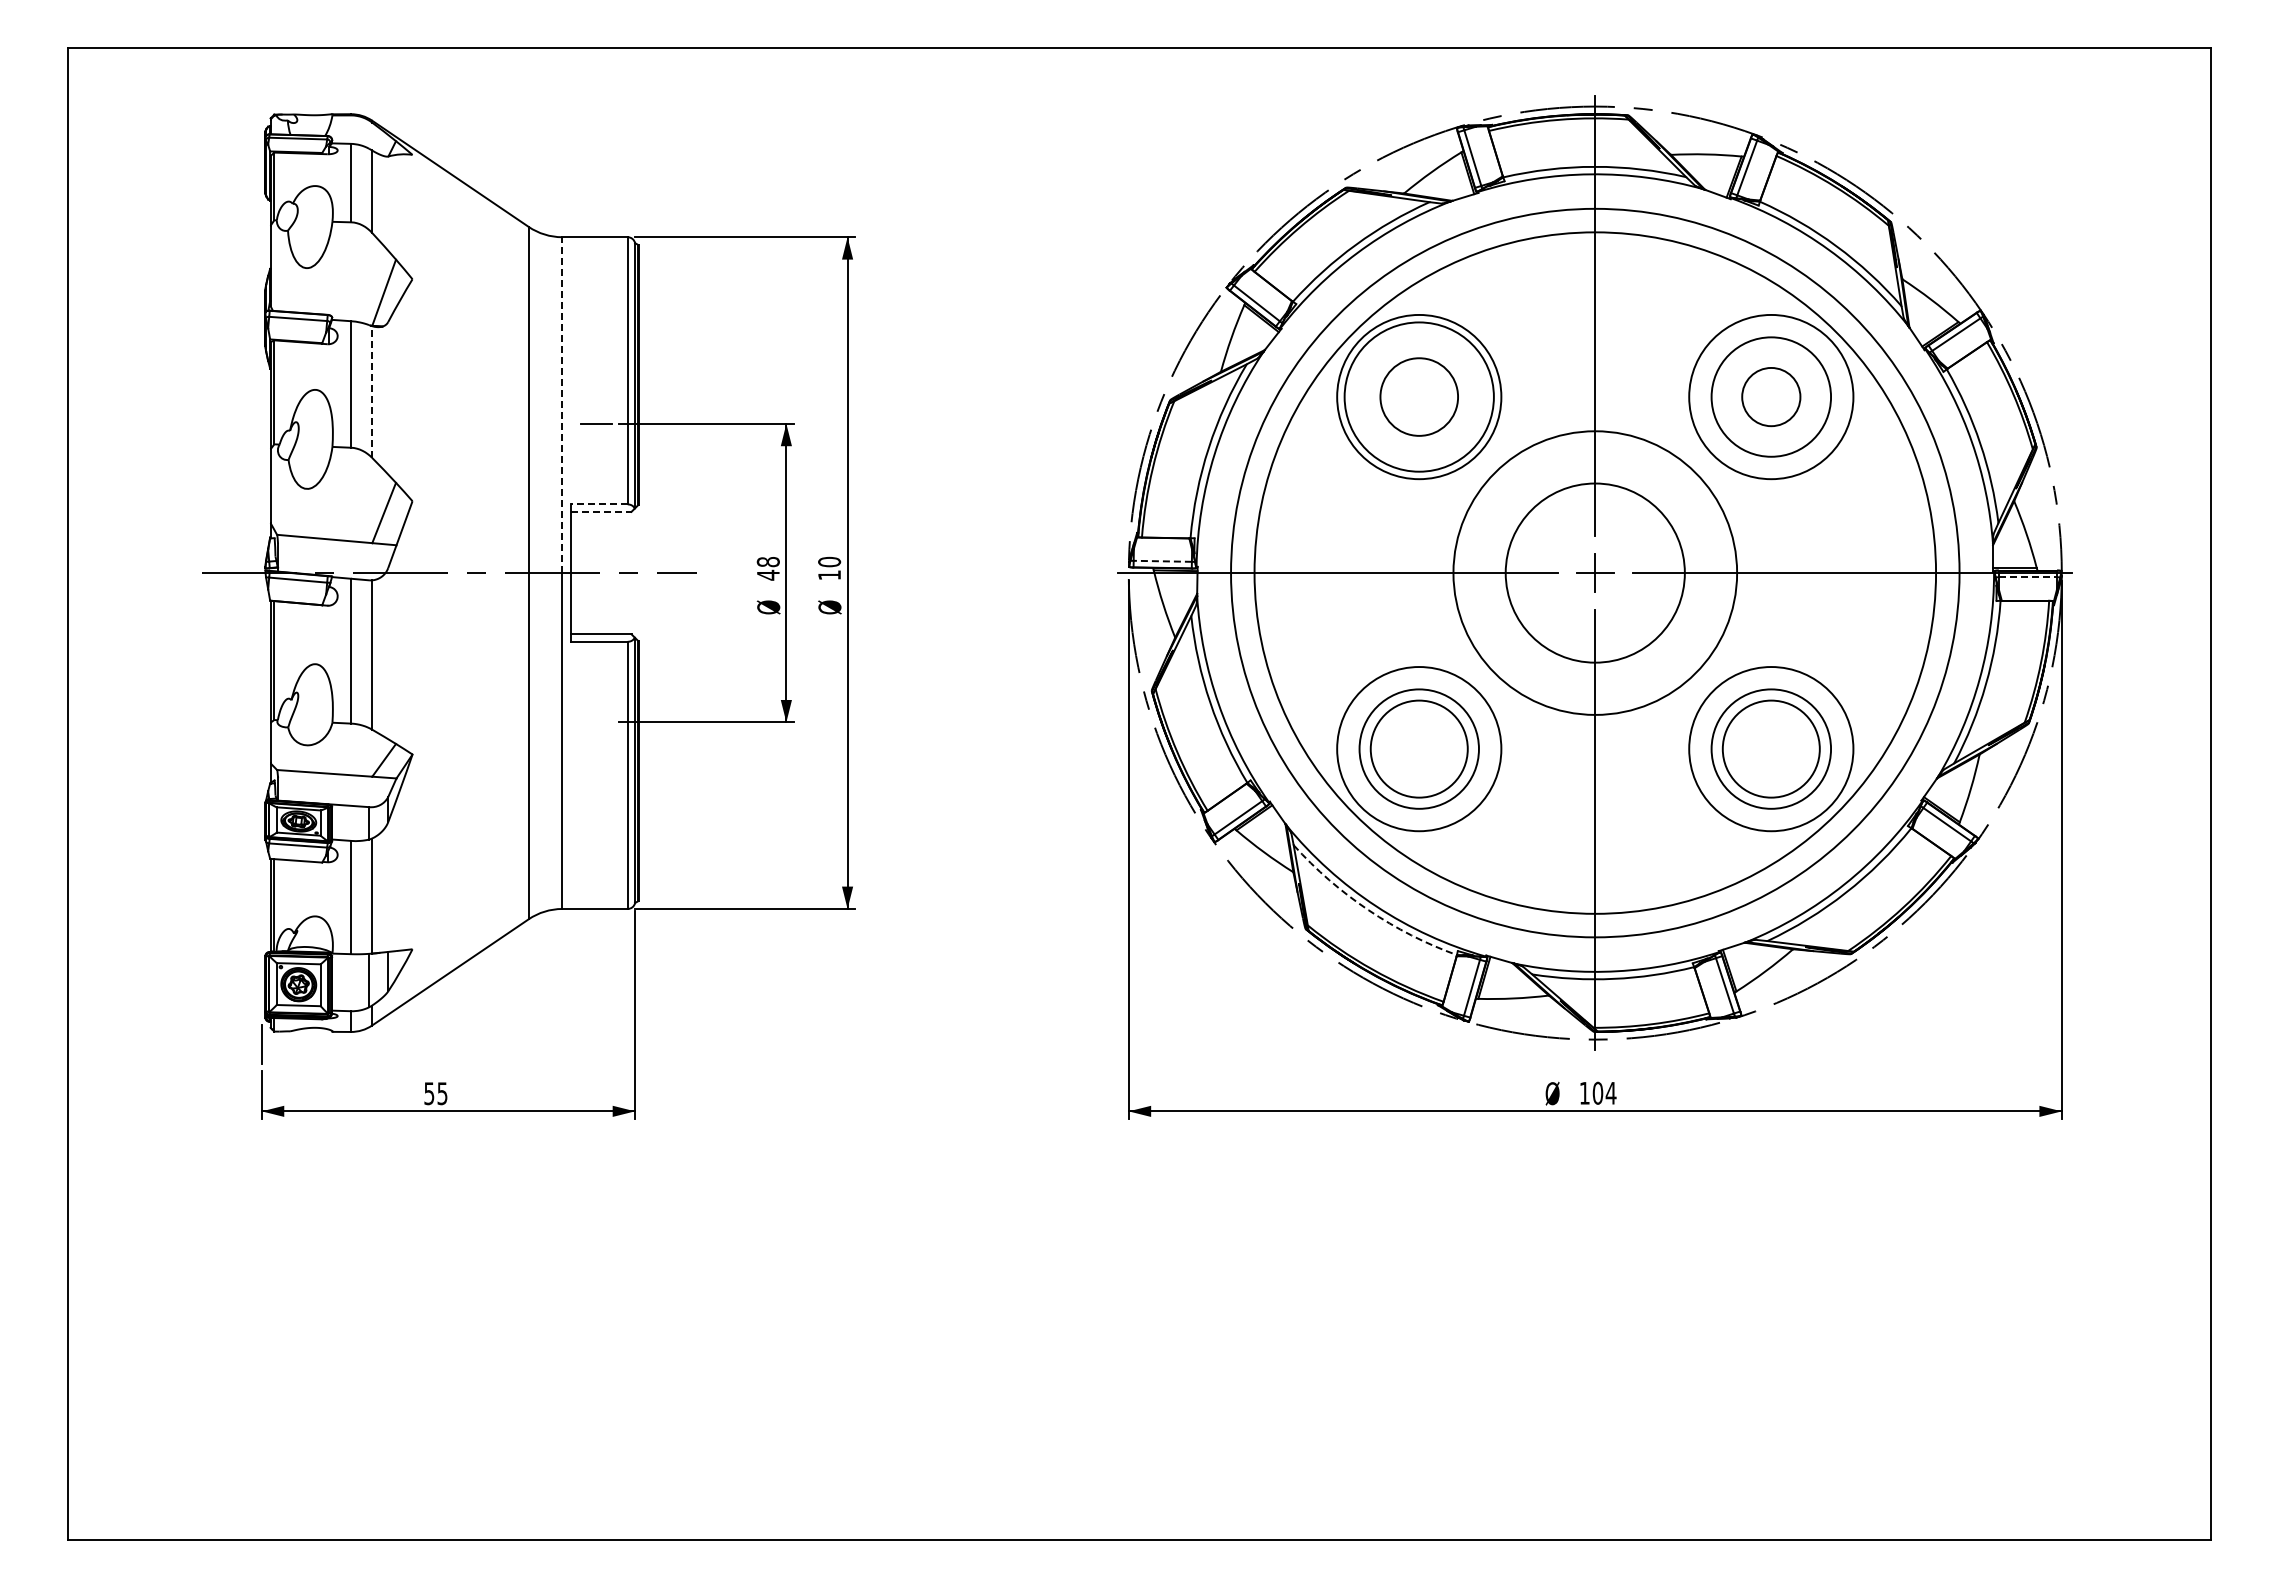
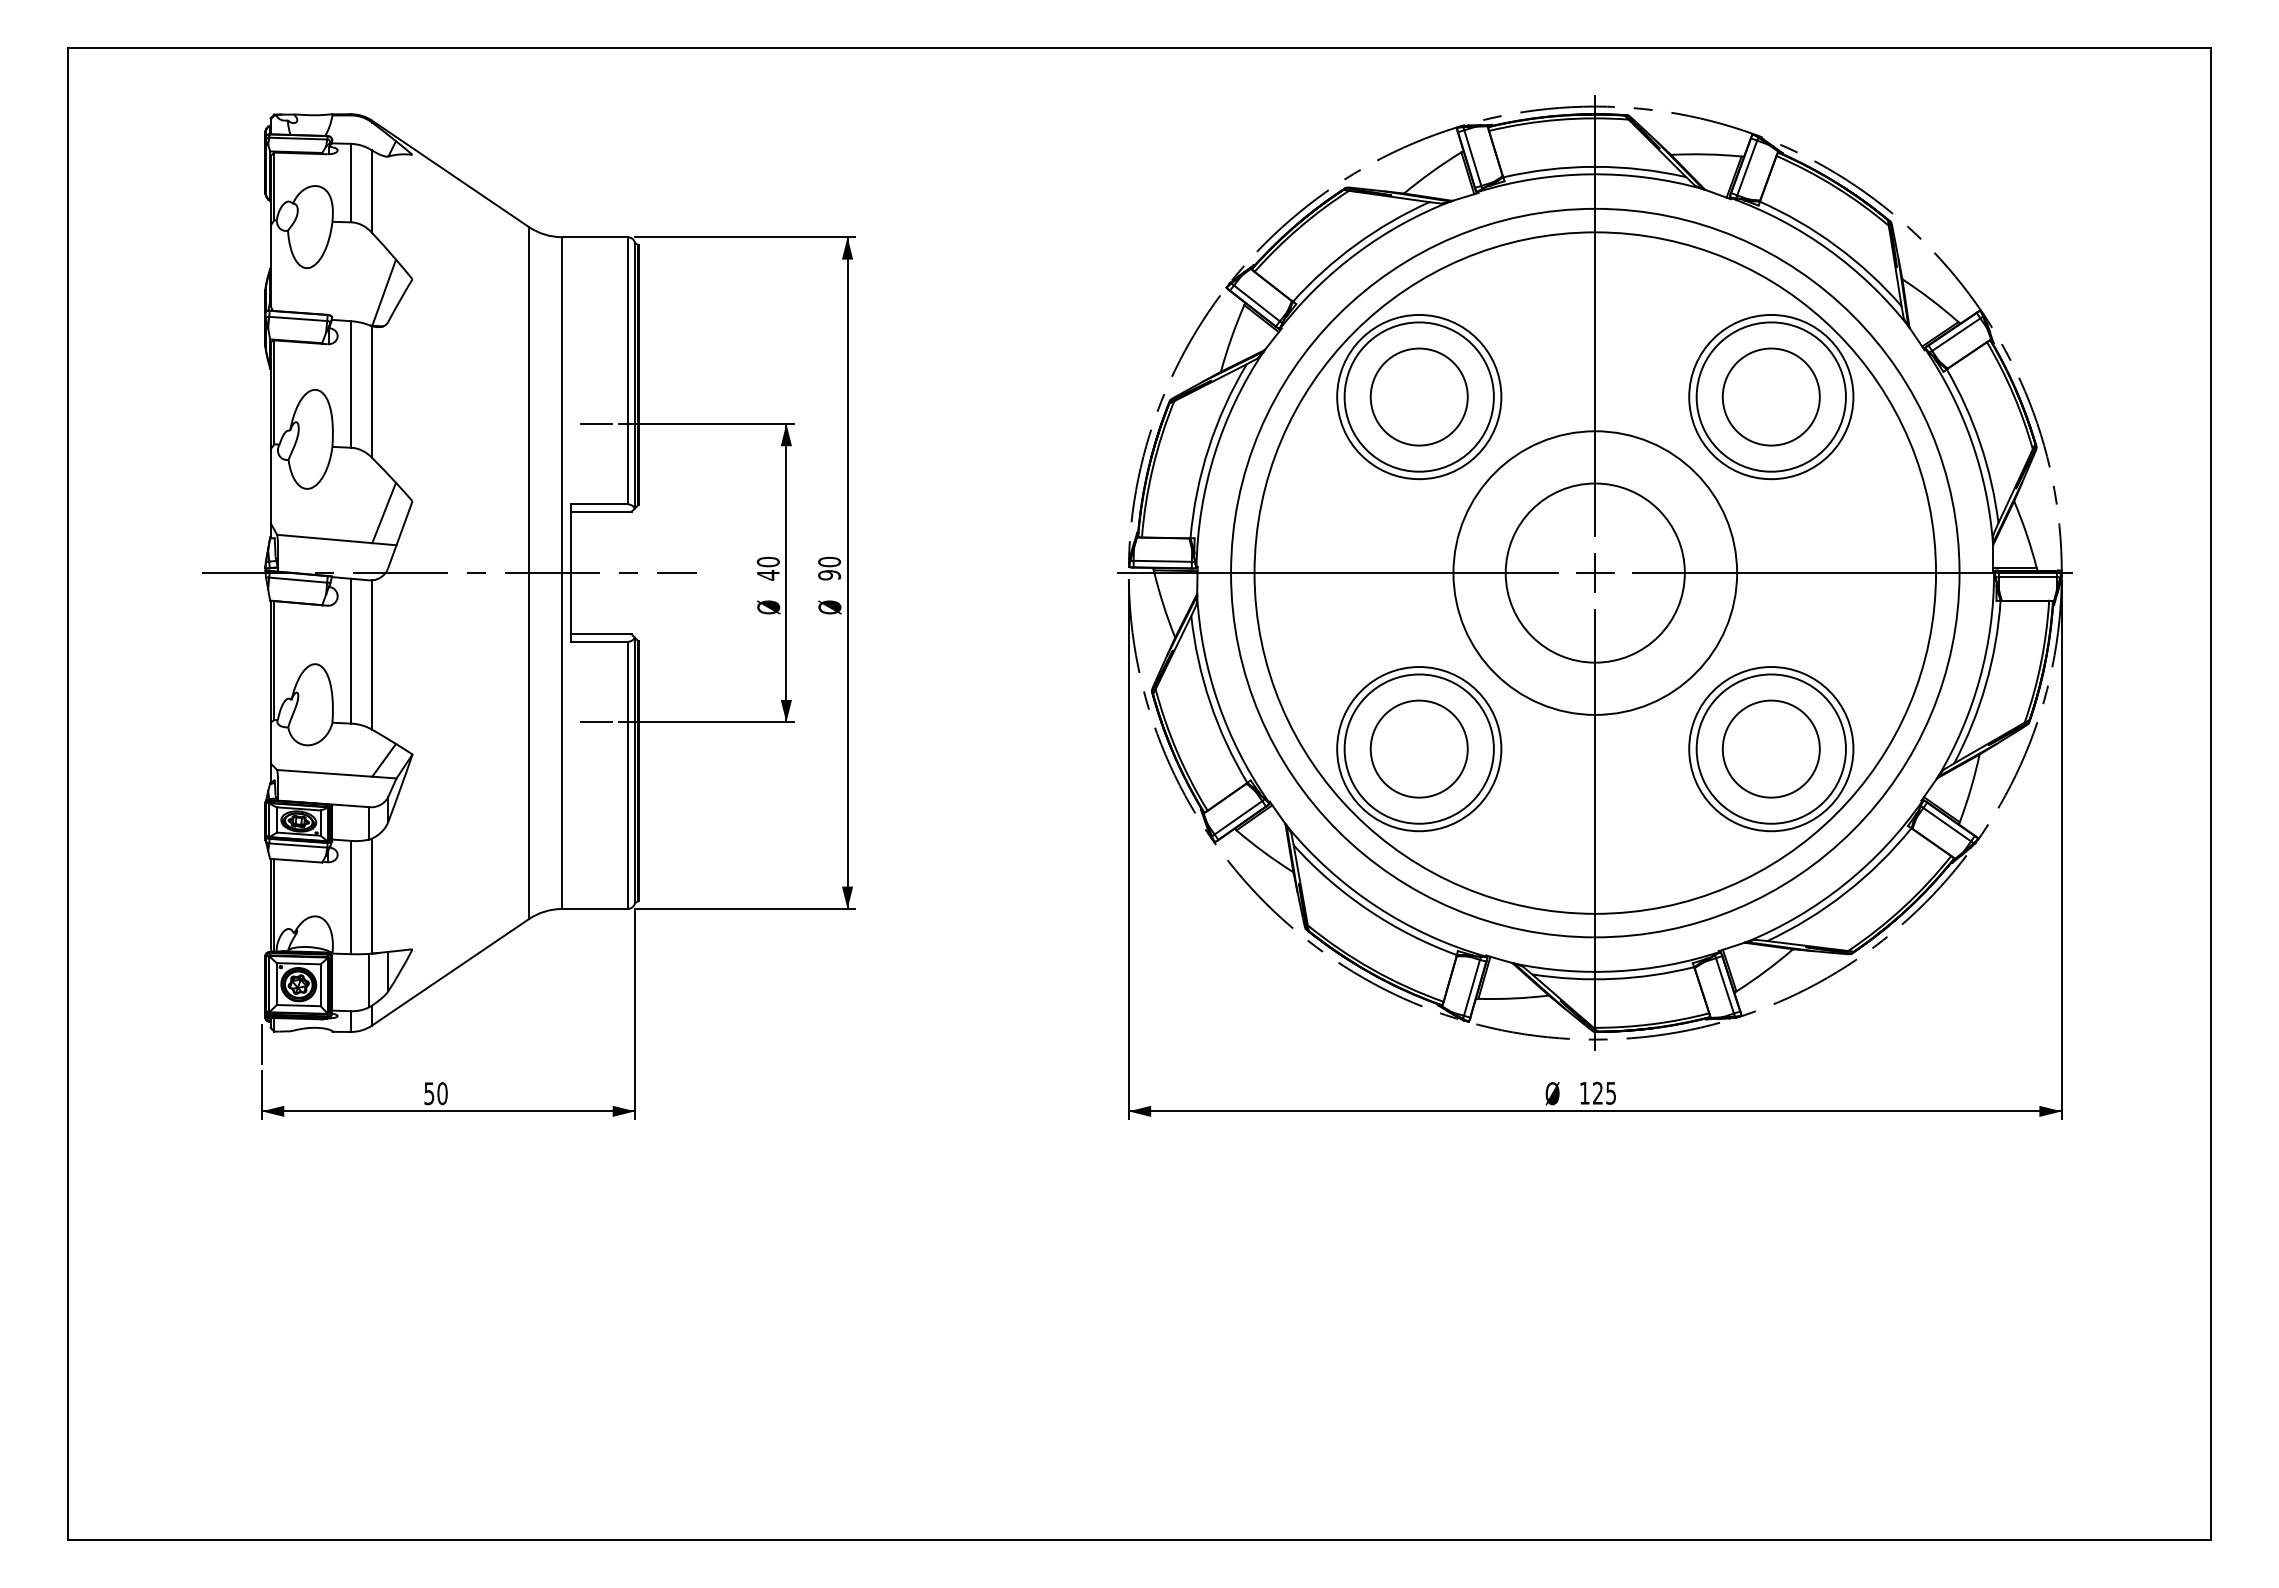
line at (372, 392): dashed -> solid
circle at (1419, 396) diameter: 78 px -> 97 px
circle at (1771, 396) diameter: 119 px -> 149 px
circle at (1771, 396) diameter: 58 px -> 97 px
line at (562, 405): dashed -> solid
line at (599, 504): dashed -> solid
line at (601, 511): dashed -> solid
text at (768, 561): 48 -> 40
line at (1162, 561): dashed -> solid
text at (829, 575): 10 -> 90
line at (2028, 577): dashed -> solid
line at (596, 722): none -> present
circle at (1418, 748) diameter: 119 px -> 149 px
circle at (1771, 748) diameter: 119 px -> 149 px
arc at (1368, 910): dashed -> solid
text at (1604, 1092): 104 -> 125
text at (442, 1093): 55 -> 50
